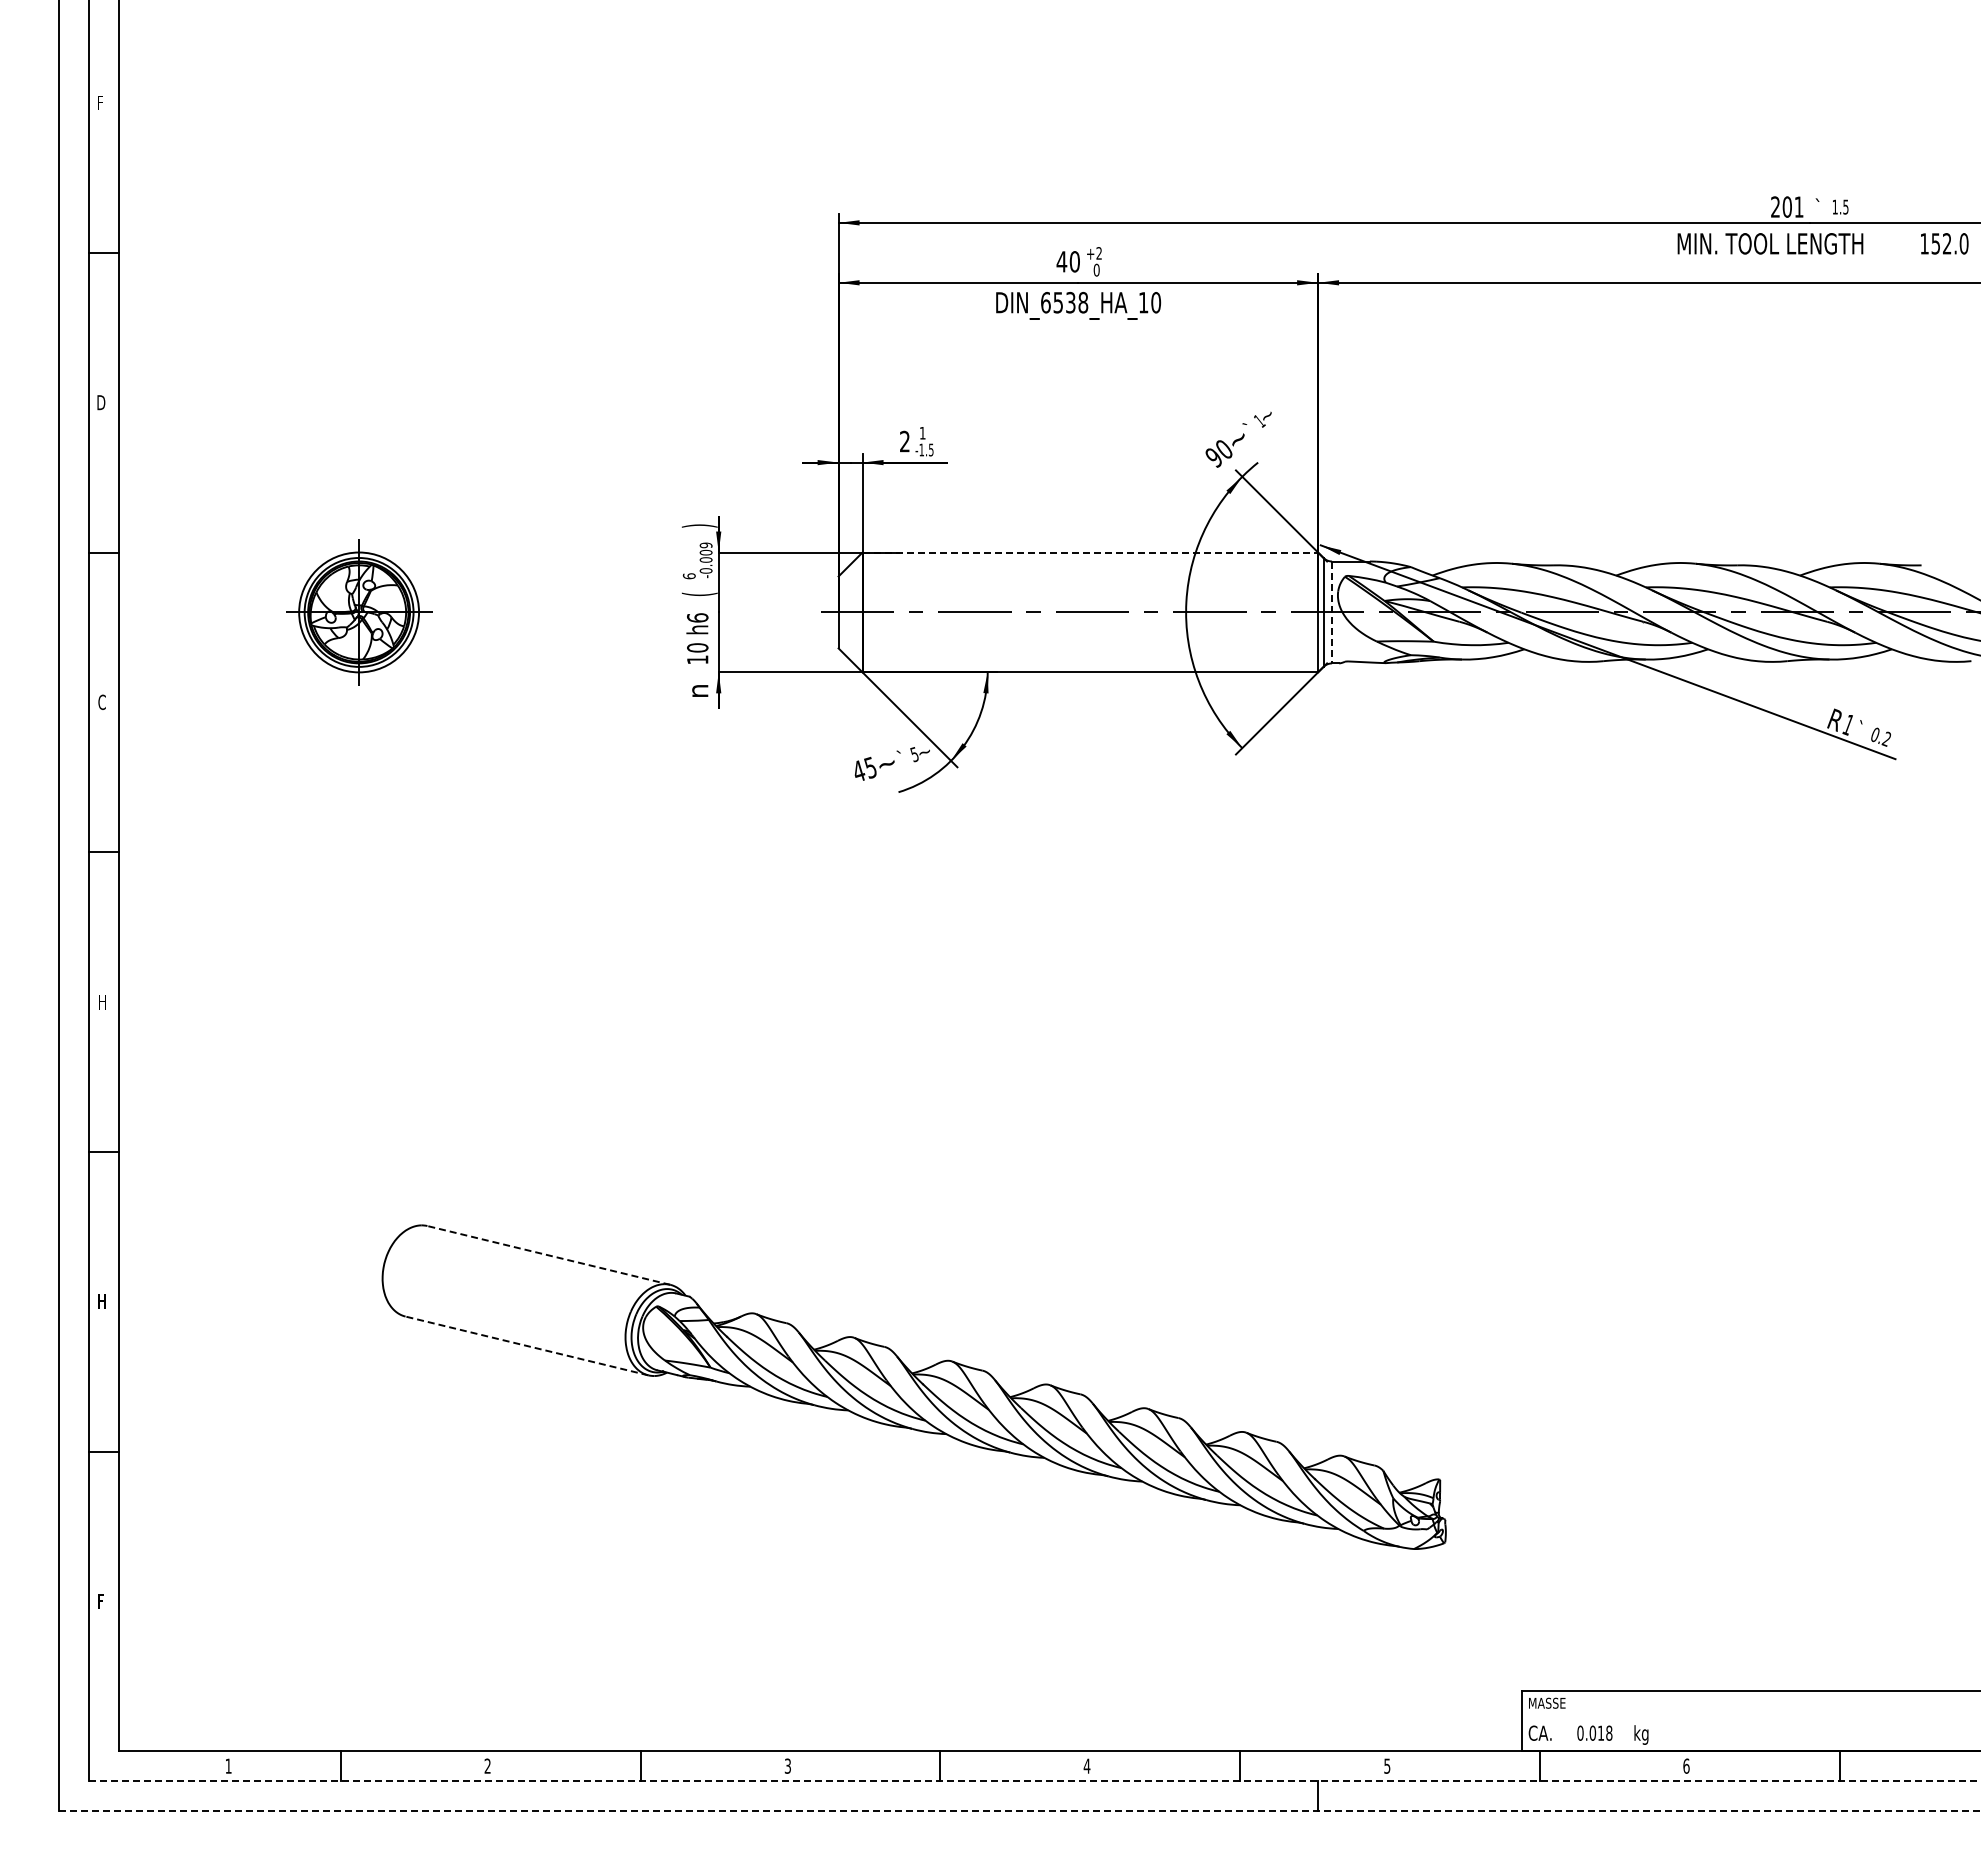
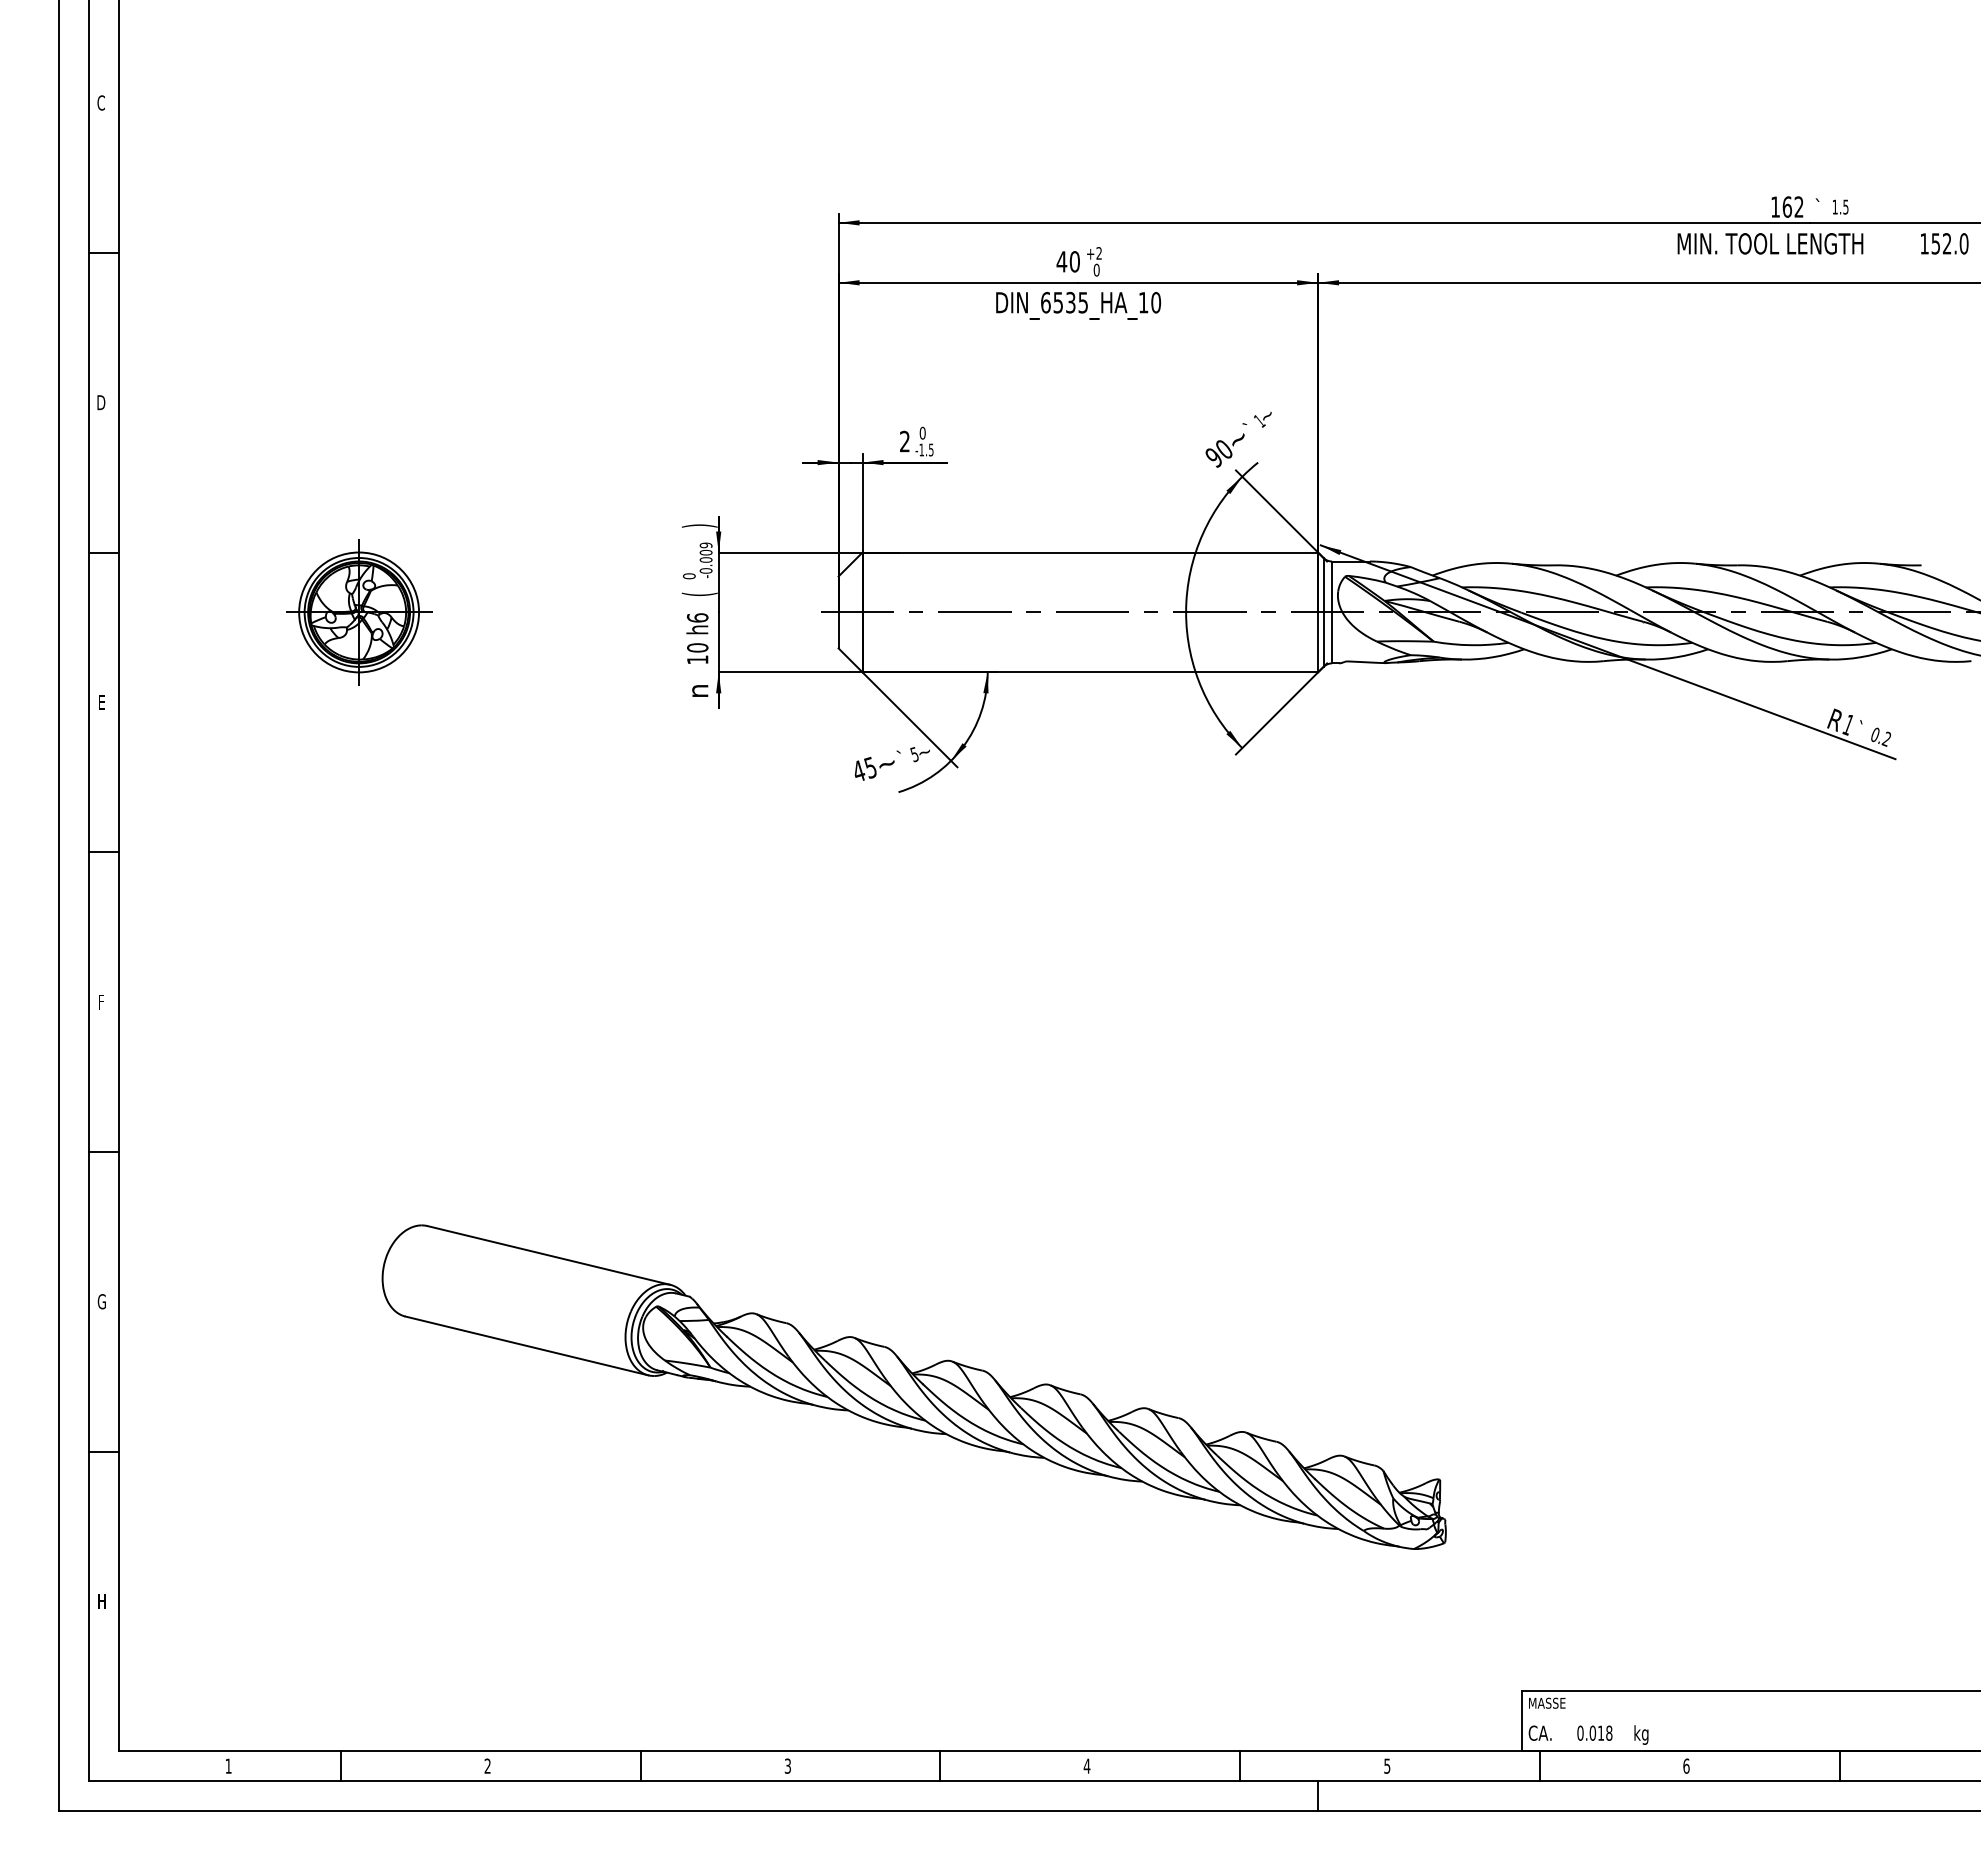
text at (100, 102): F -> C
text at (1787, 206): 201 -> 162
text at (1083, 302): DIN_6538_HA_10 -> DIN_6535_HA_10
text at (922, 432): 1 -> 0
line at (1090, 552): dashed -> solid
text at (688, 575): 6 -> 0
line at (1332, 612): dashed -> solid
text at (101, 701): C -> E
text at (102, 1002): H -> F
line at (548, 1255): dashed -> solid
text at (101, 1301): H -> G
line at (526, 1345): dashed -> solid
text at (102, 1601): F -> H
line at (1035, 1781): dashed -> solid
line at (1020, 1811): dashed -> solid
